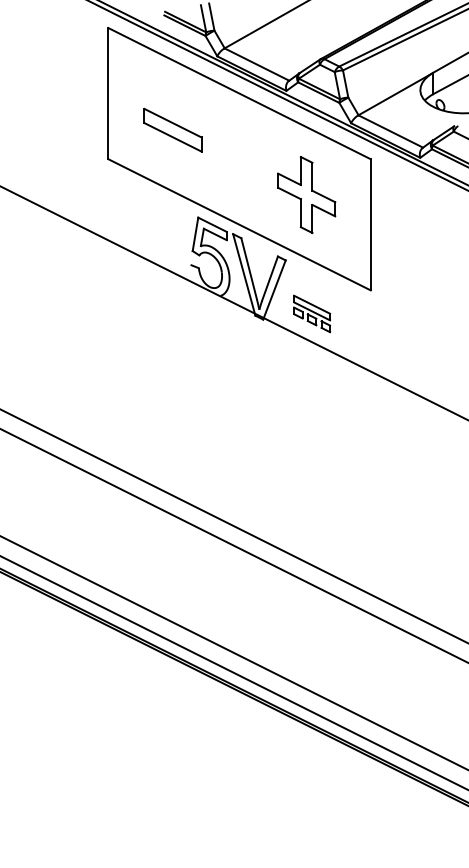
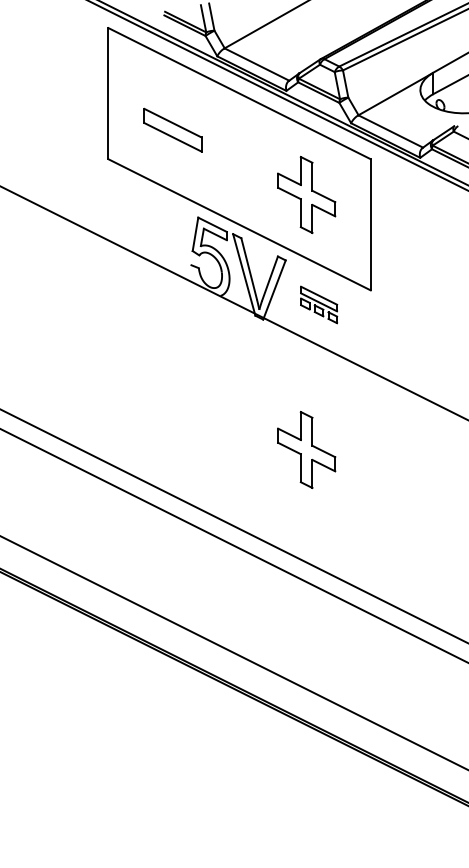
part at (312, 313) position: (312, 313) -> (319, 304)
part at (306, 449): none -> present
line at (233, 672): present -> none
